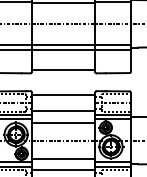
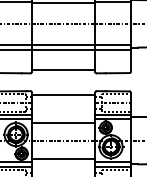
line at (63, 111): present -> none
line at (63, 170): present -> none
